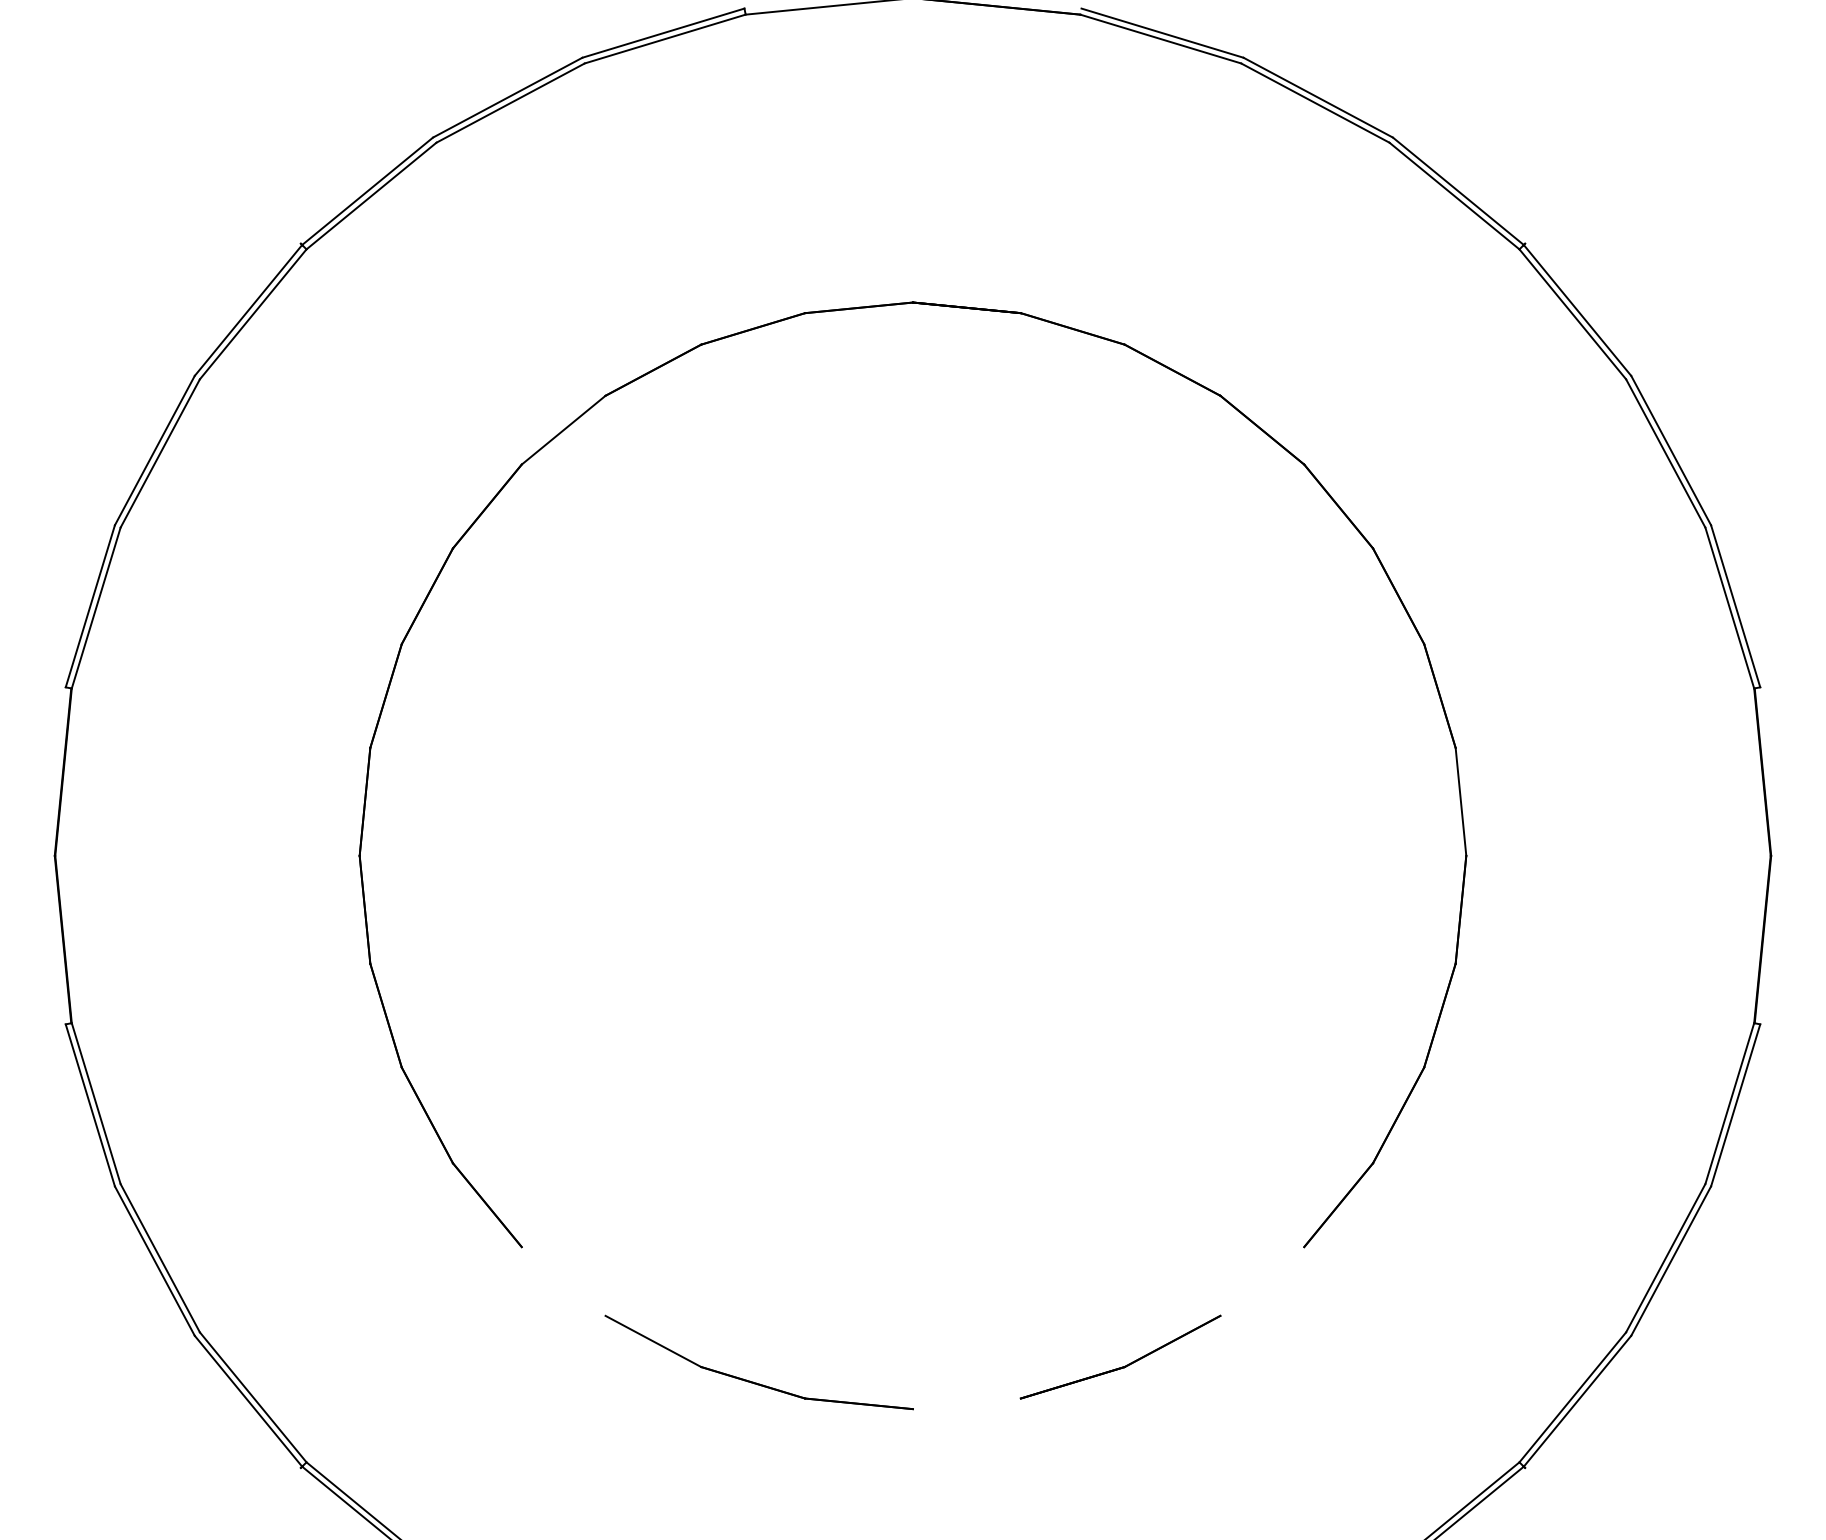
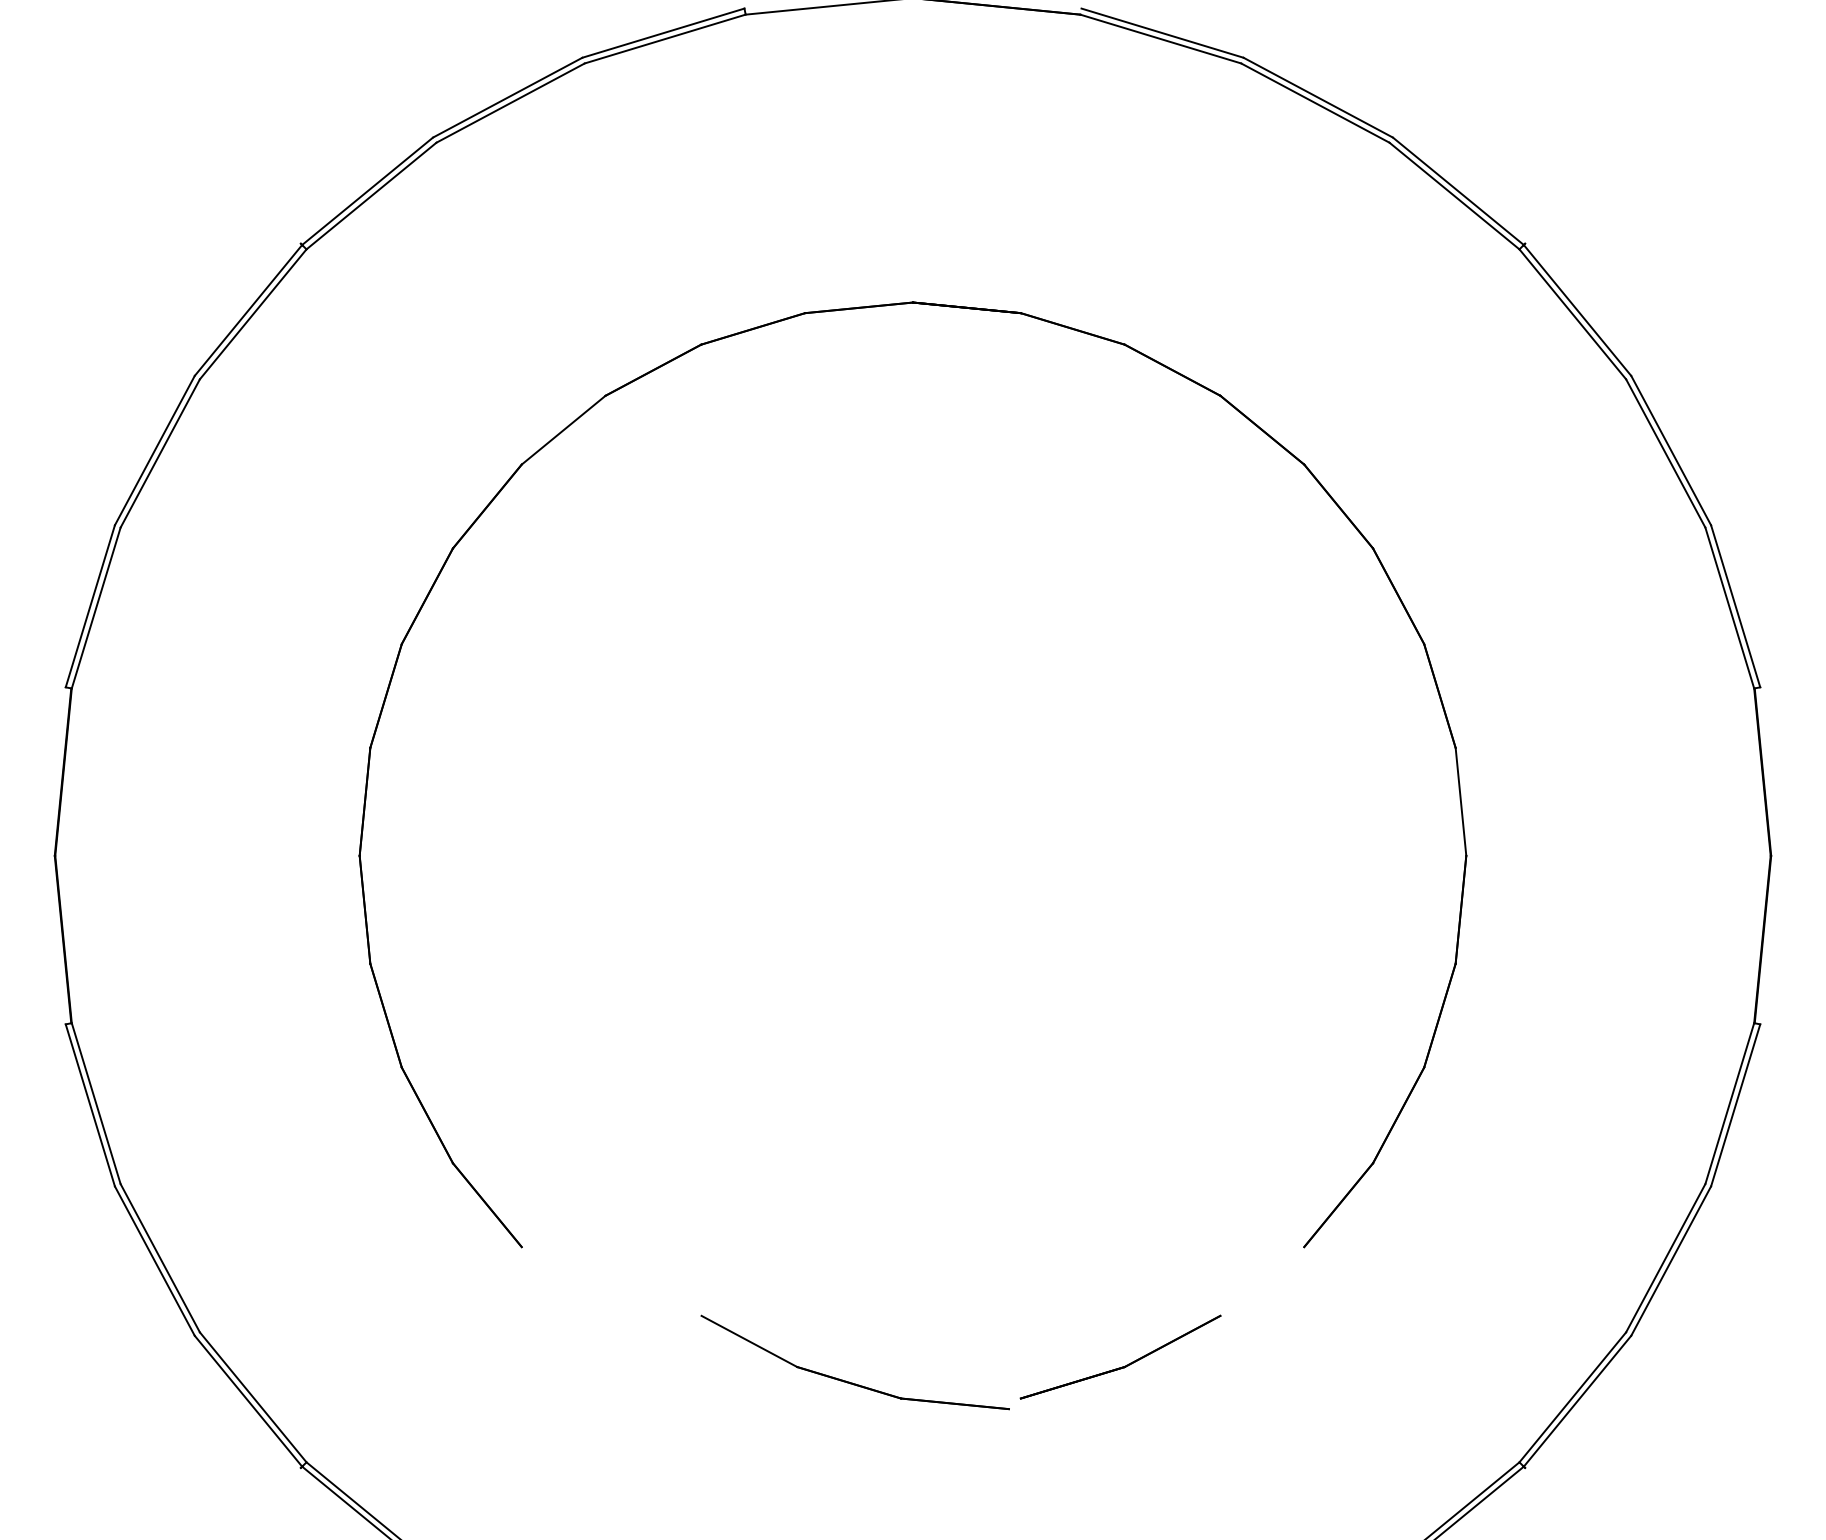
part at (753, 1381) position: (753, 1381) -> (849, 1381)
